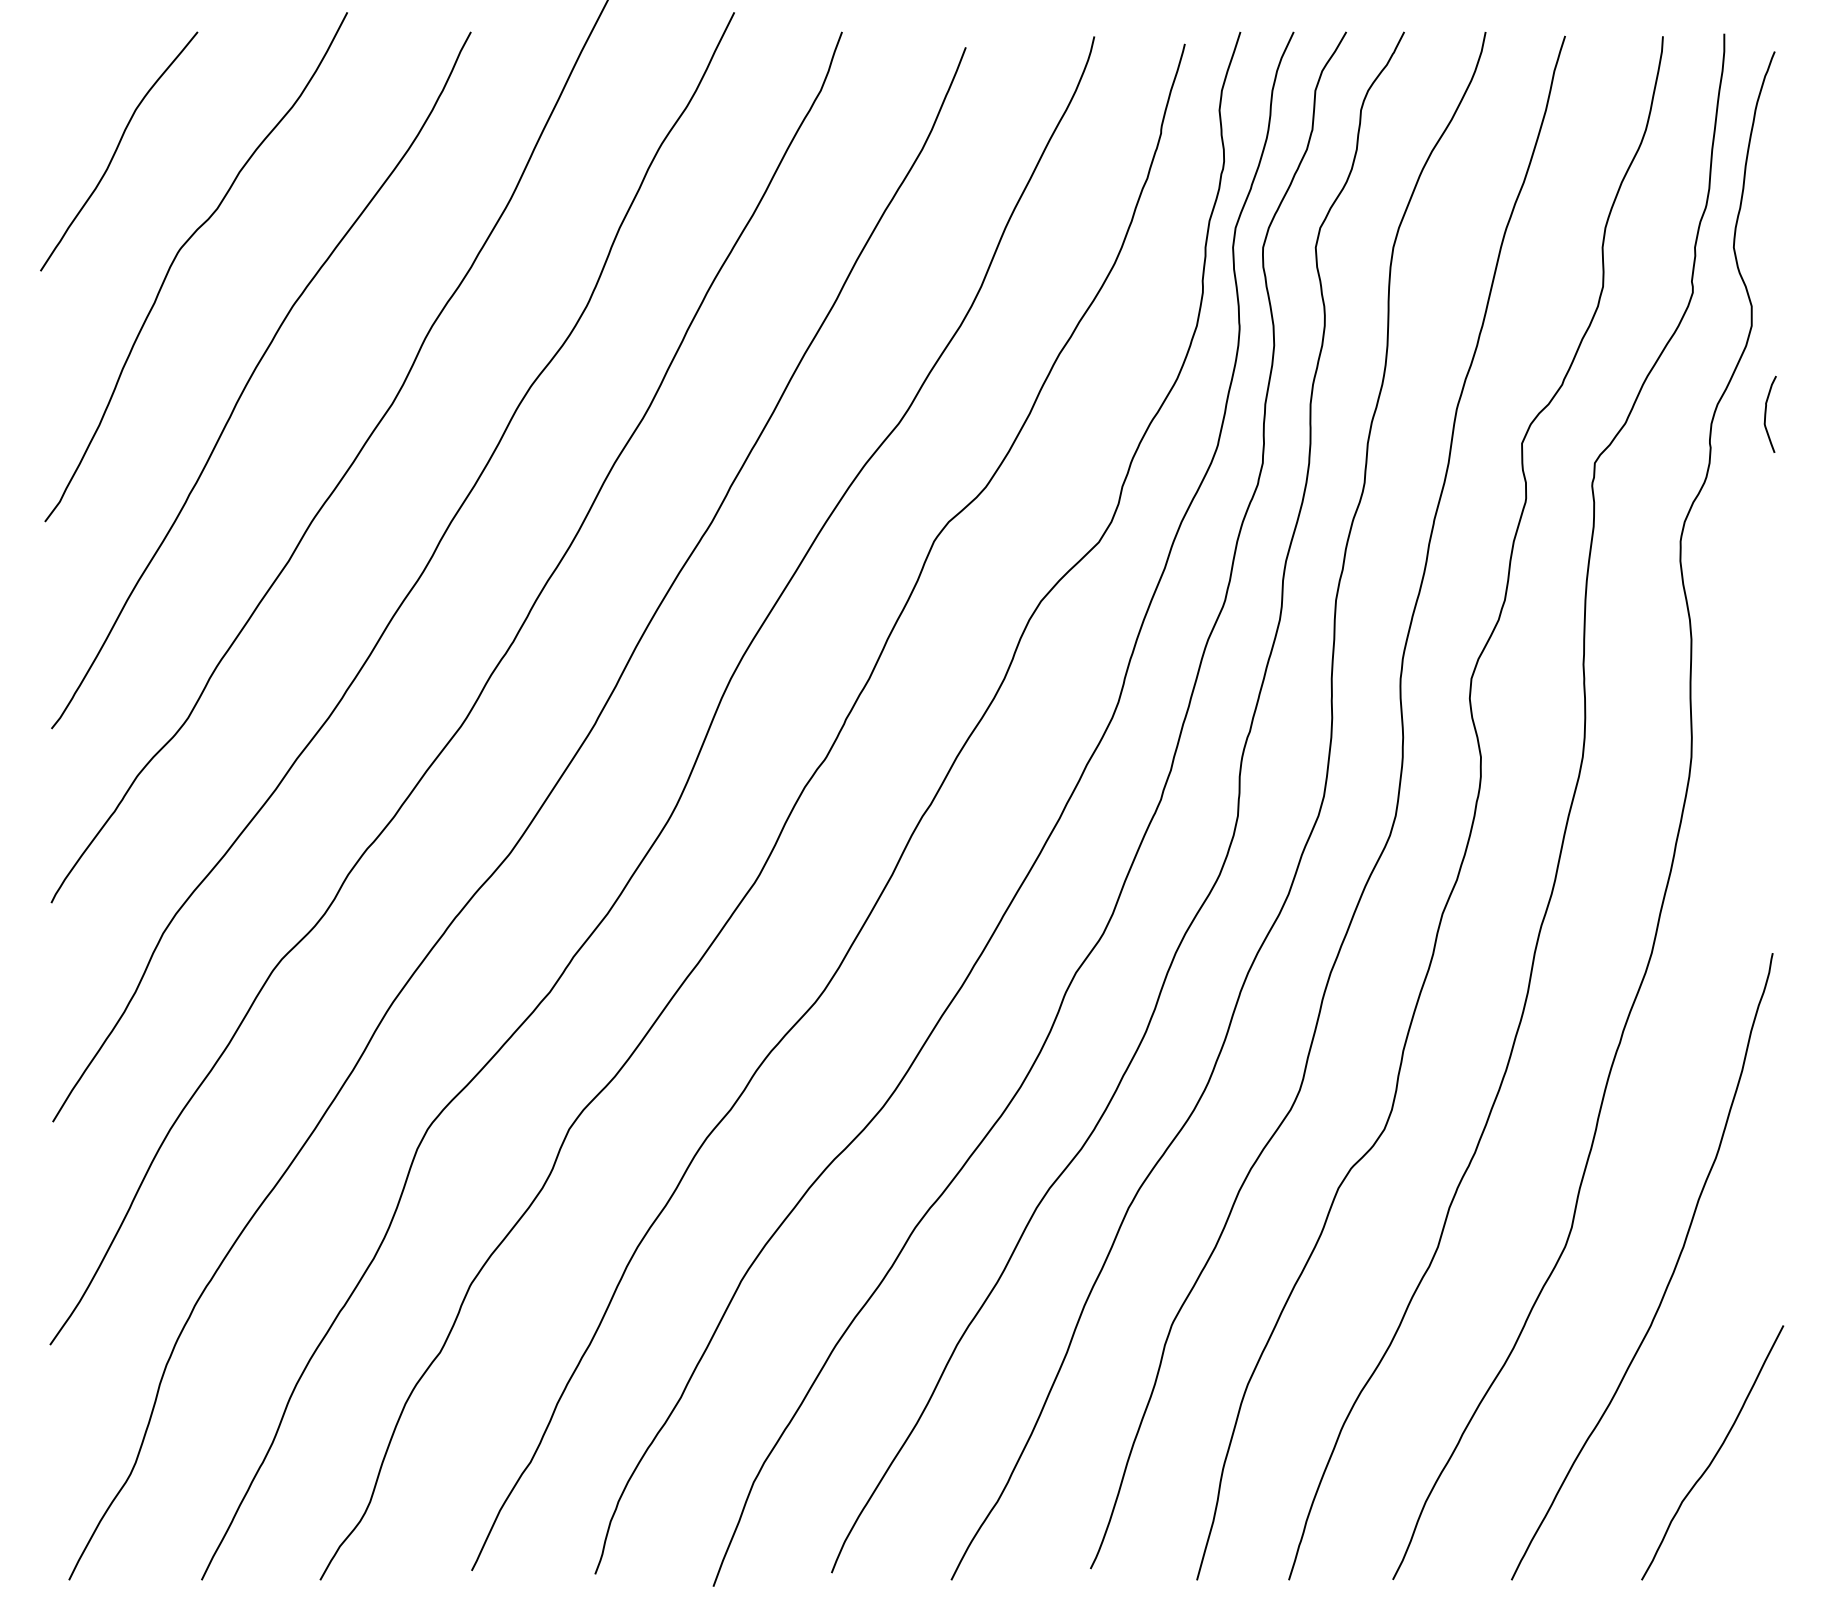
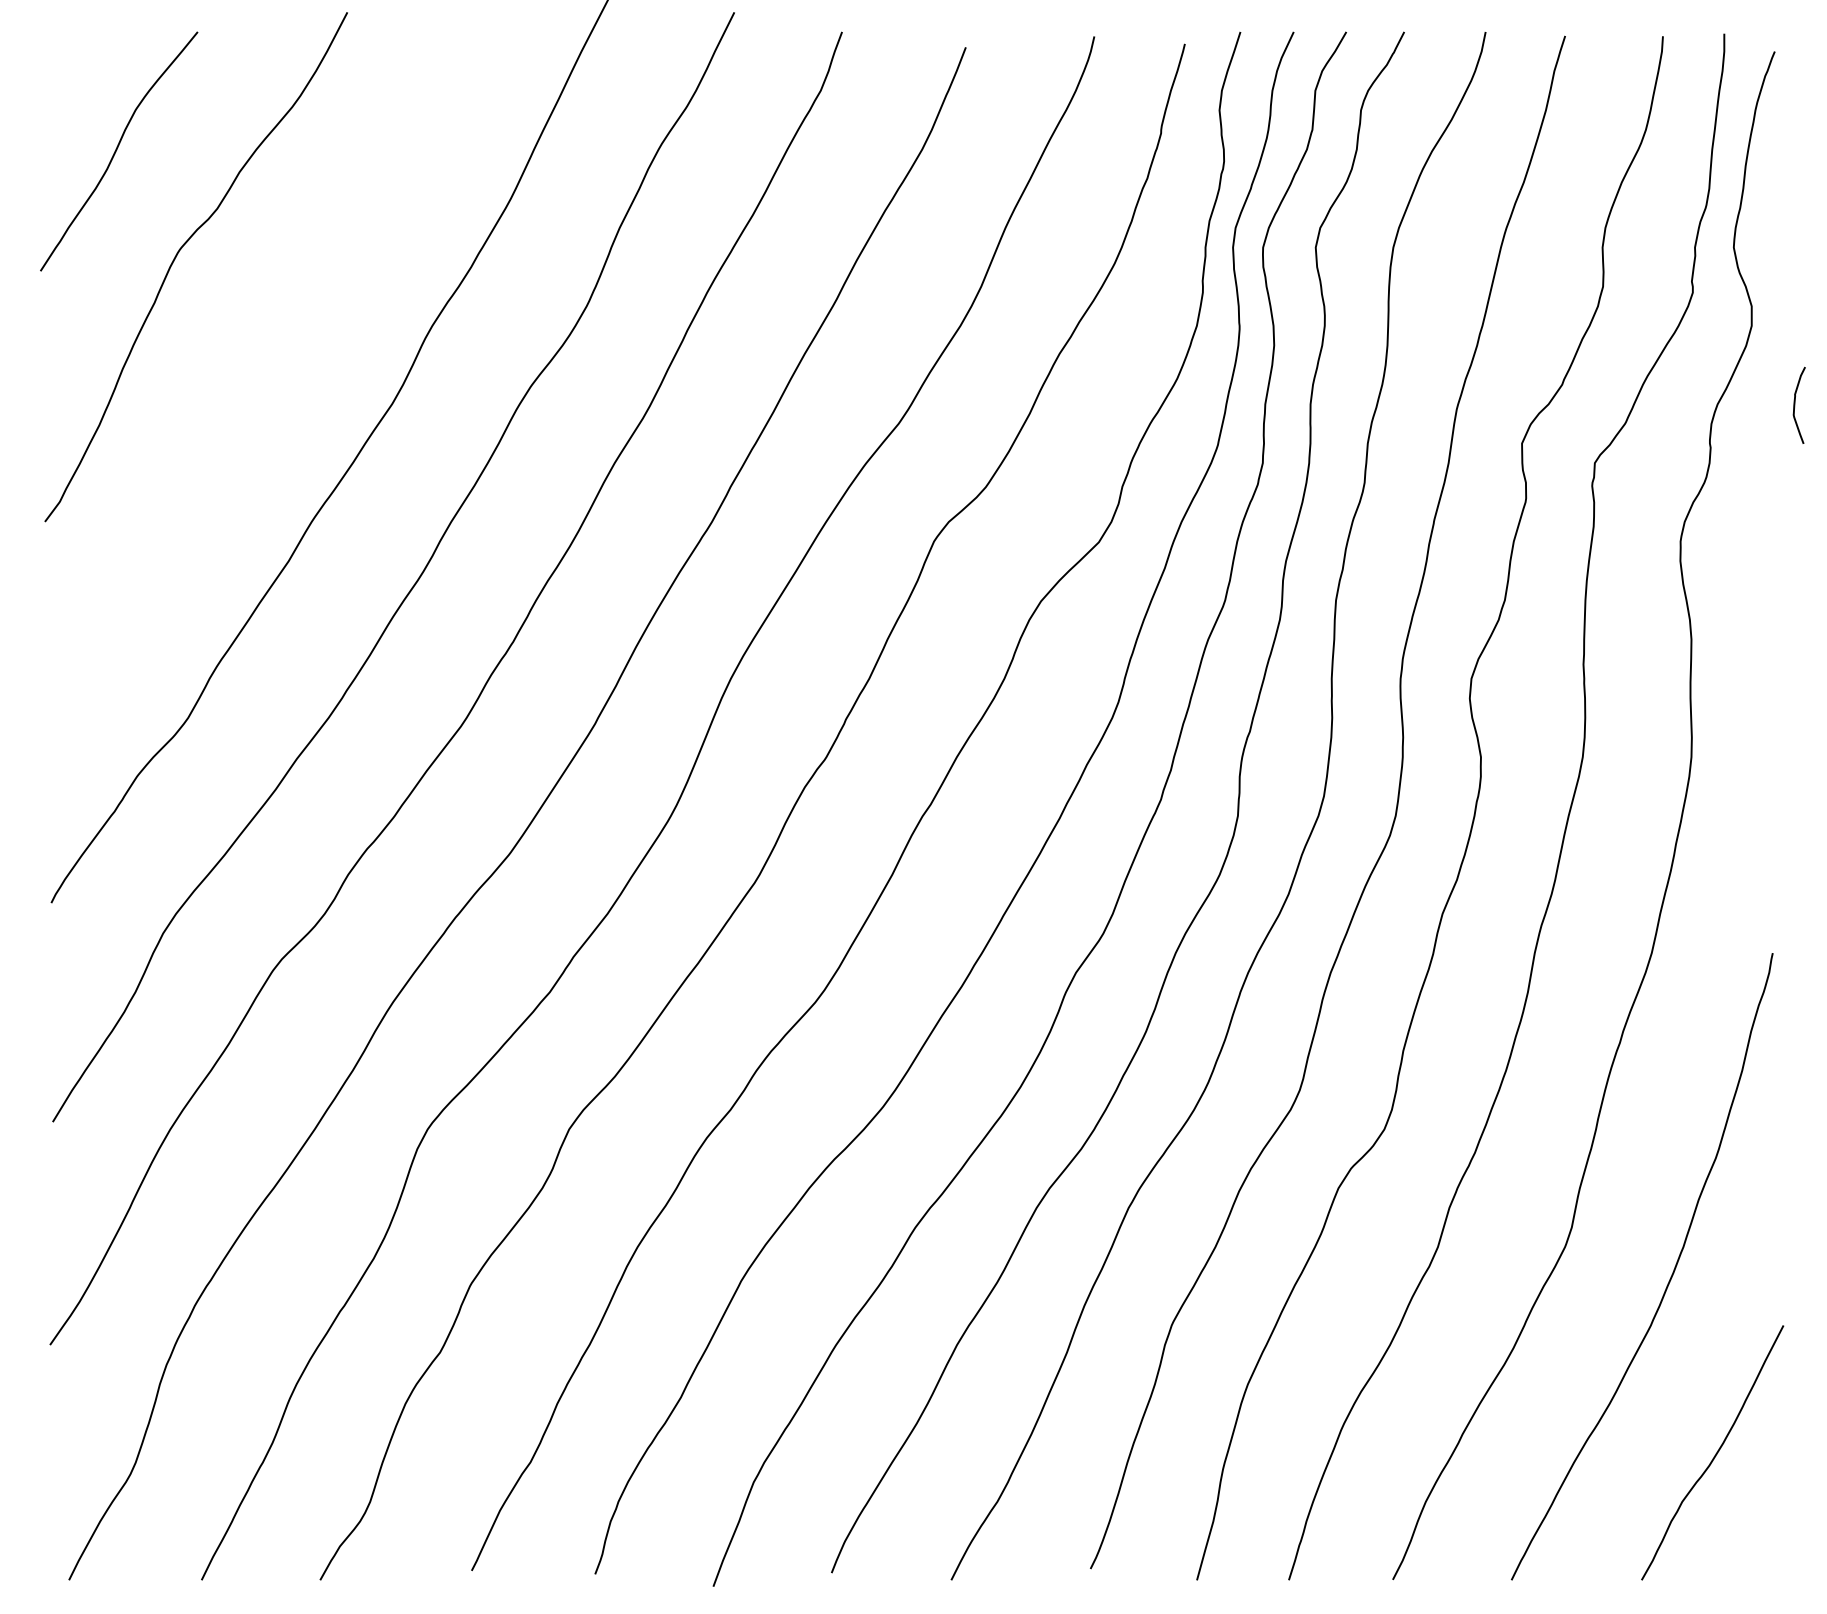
curve at (252, 376): present -> none
curve at (1766, 413) position: (1766, 413) -> (1795, 404)
